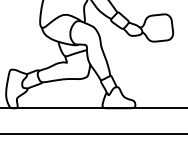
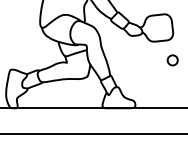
circle at (172, 60): none -> present
